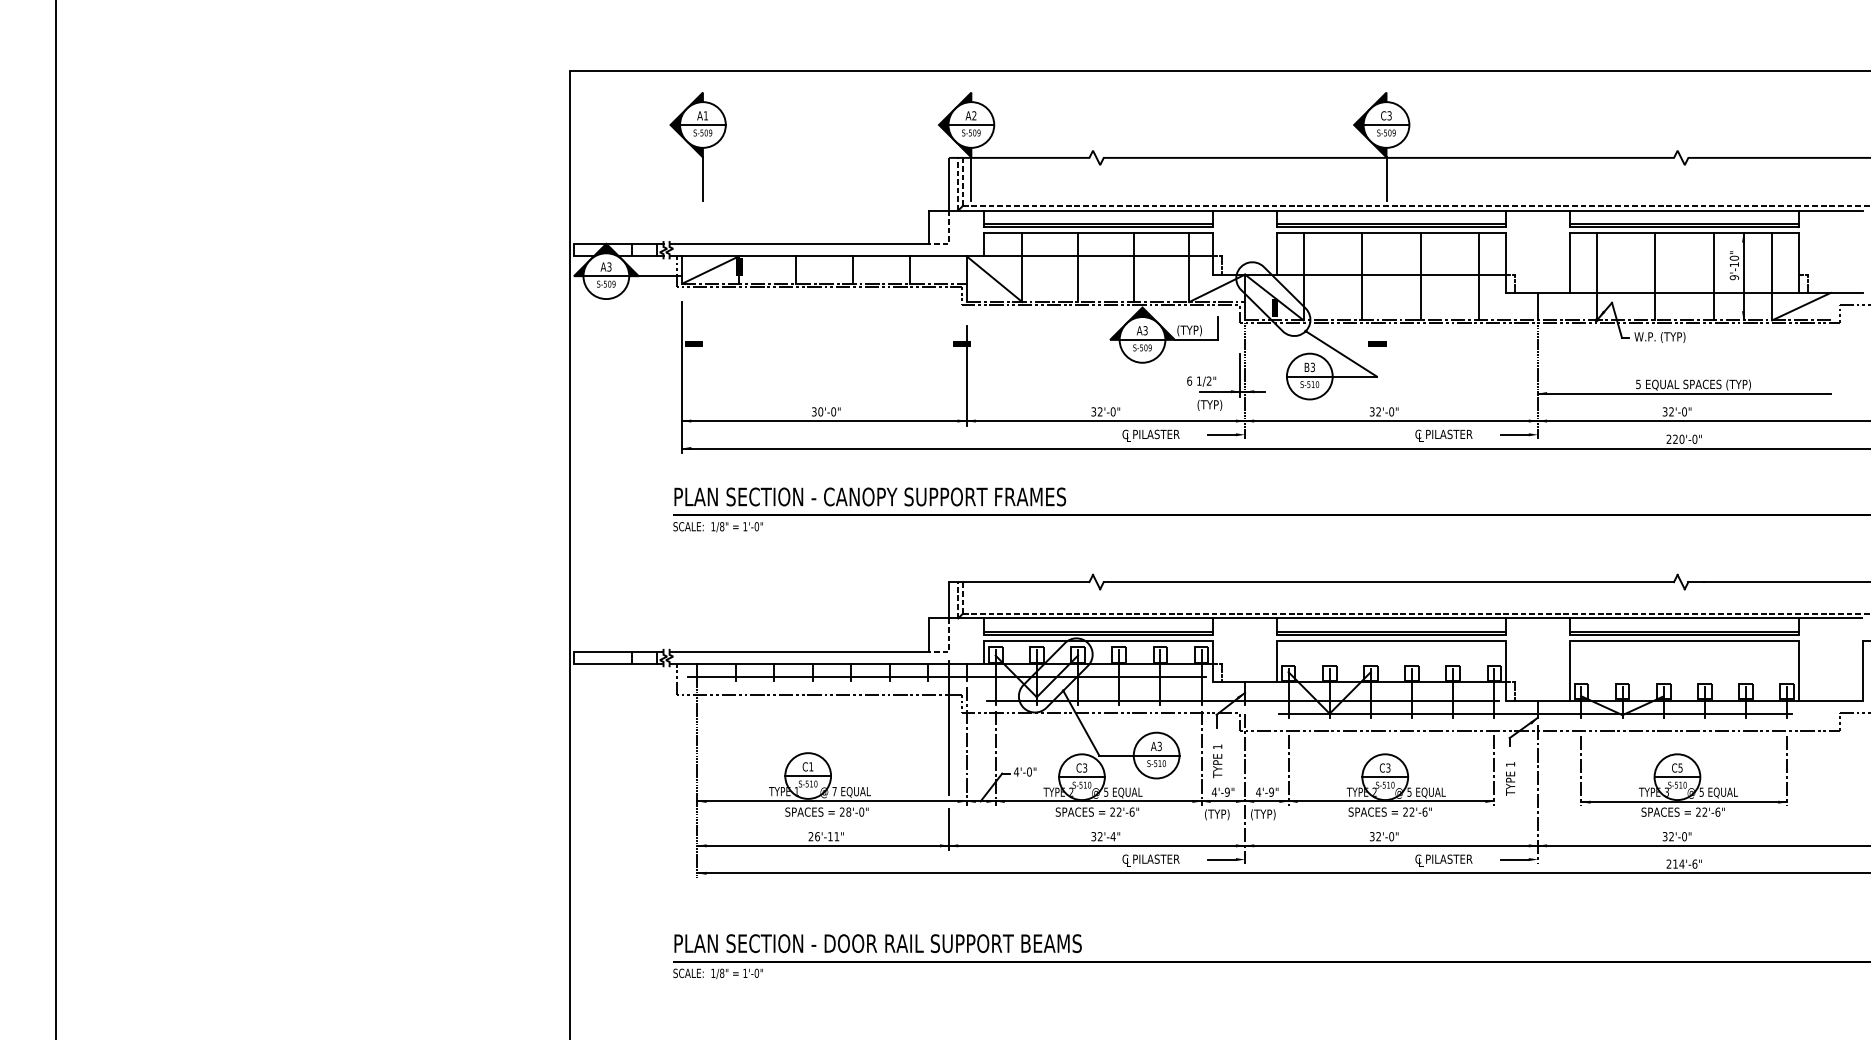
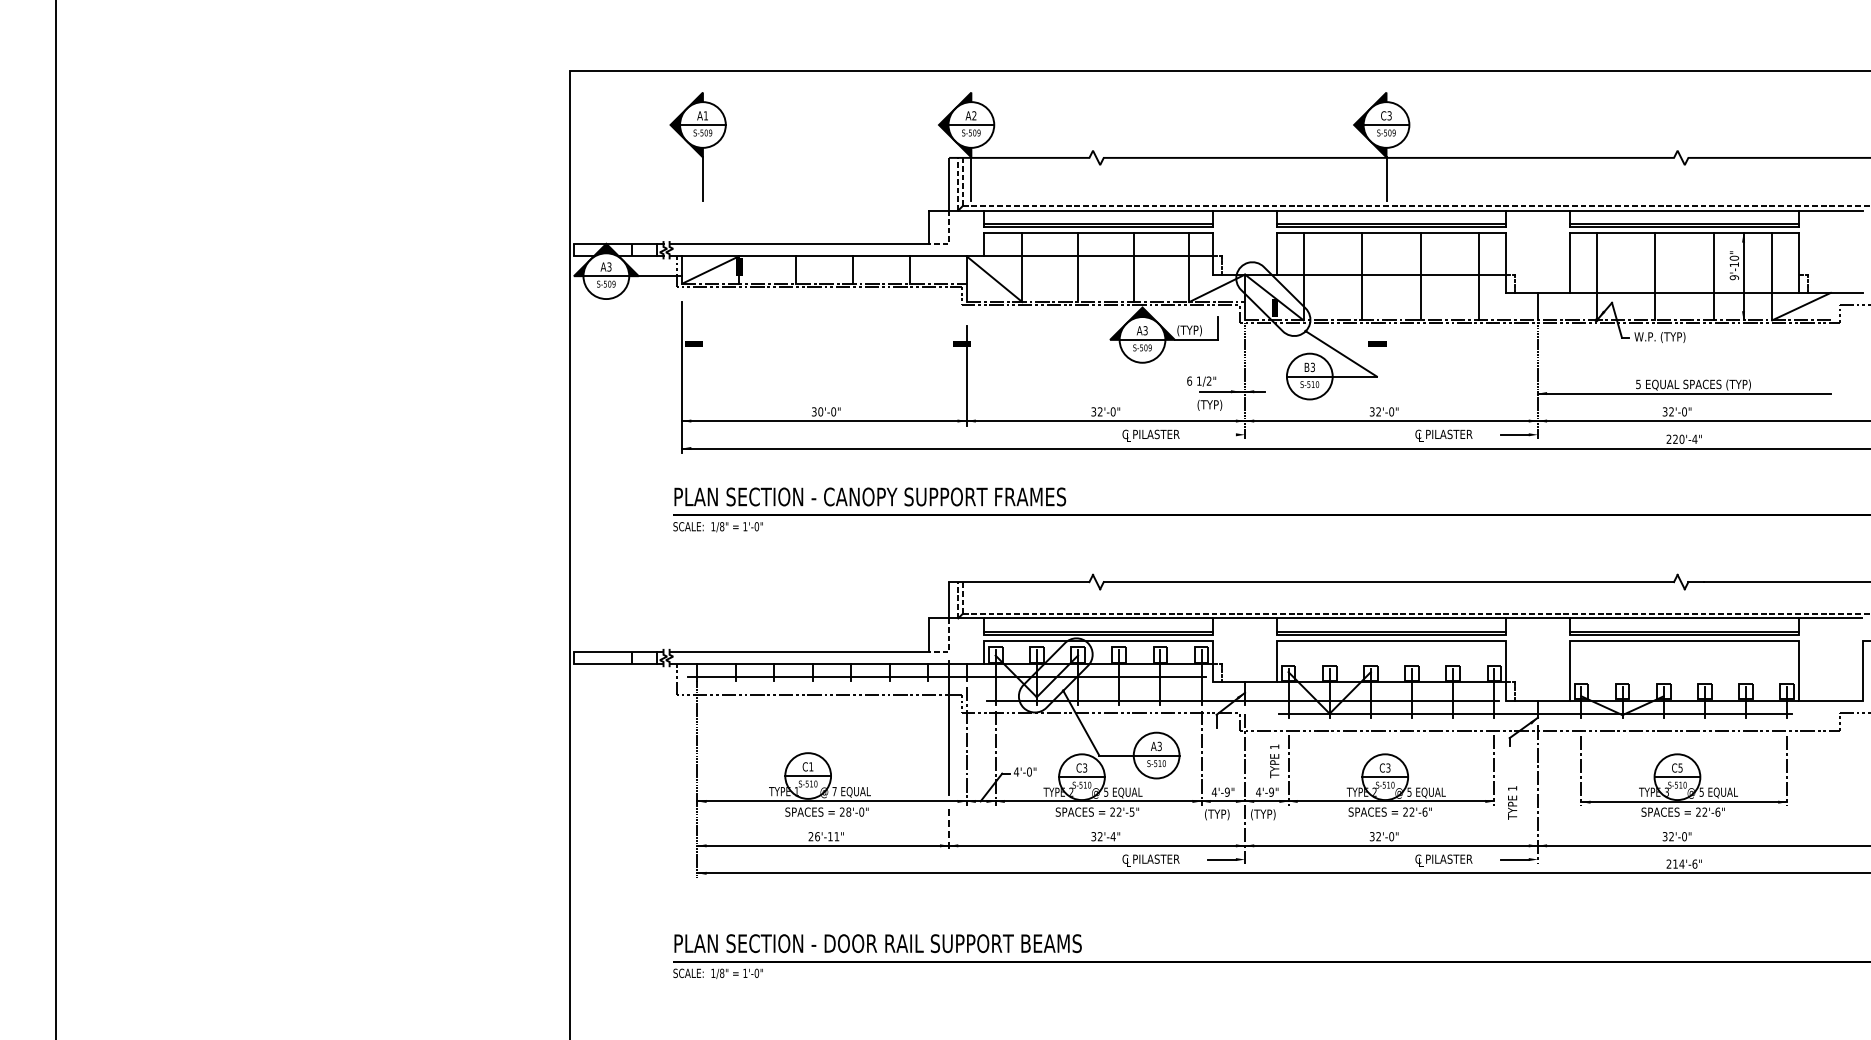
line at (1240, 375): present -> none
line at (1221, 434): present -> none
text at (1694, 438): 220'-0" -> 220'-4"
text at (1217, 761) position: (1217, 761) -> (1274, 761)
text at (1510, 778) position: (1510, 778) -> (1512, 802)
text at (1131, 811): 22'-6" -> 22'-5"
line at (949, 829): solid -> dashed
